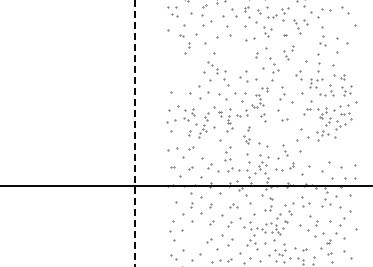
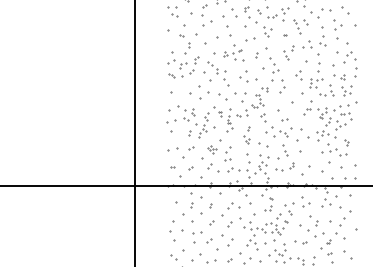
part at (337, 24): none -> present
part at (307, 44): none -> present
part at (233, 52): none -> present
part at (183, 64): none -> present
part at (350, 64): none -> present
part at (282, 93) position: (282, 93) -> (282, 86)
part at (278, 131): none -> present
line at (134, 133): dashed -> solid
part at (335, 147): none -> present
part at (212, 149): none -> present
part at (233, 205) size: 10x6 px -> 14x8 px
part at (197, 237): none -> present
part at (300, 249) position: (300, 249) -> (300, 242)
part at (216, 261) position: (216, 261) -> (211, 261)
